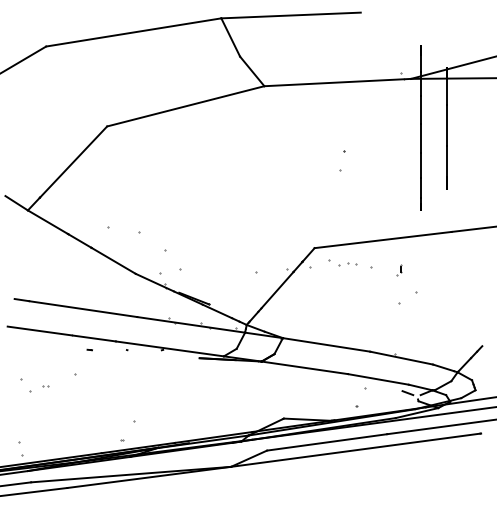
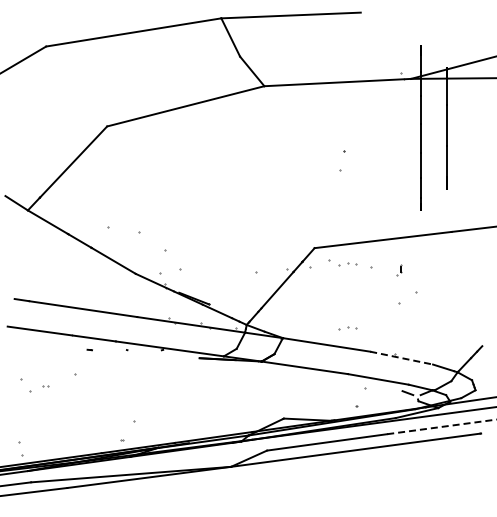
part at (347, 328): none -> present
line at (402, 358): solid -> dashed
line at (441, 426): solid -> dashed
